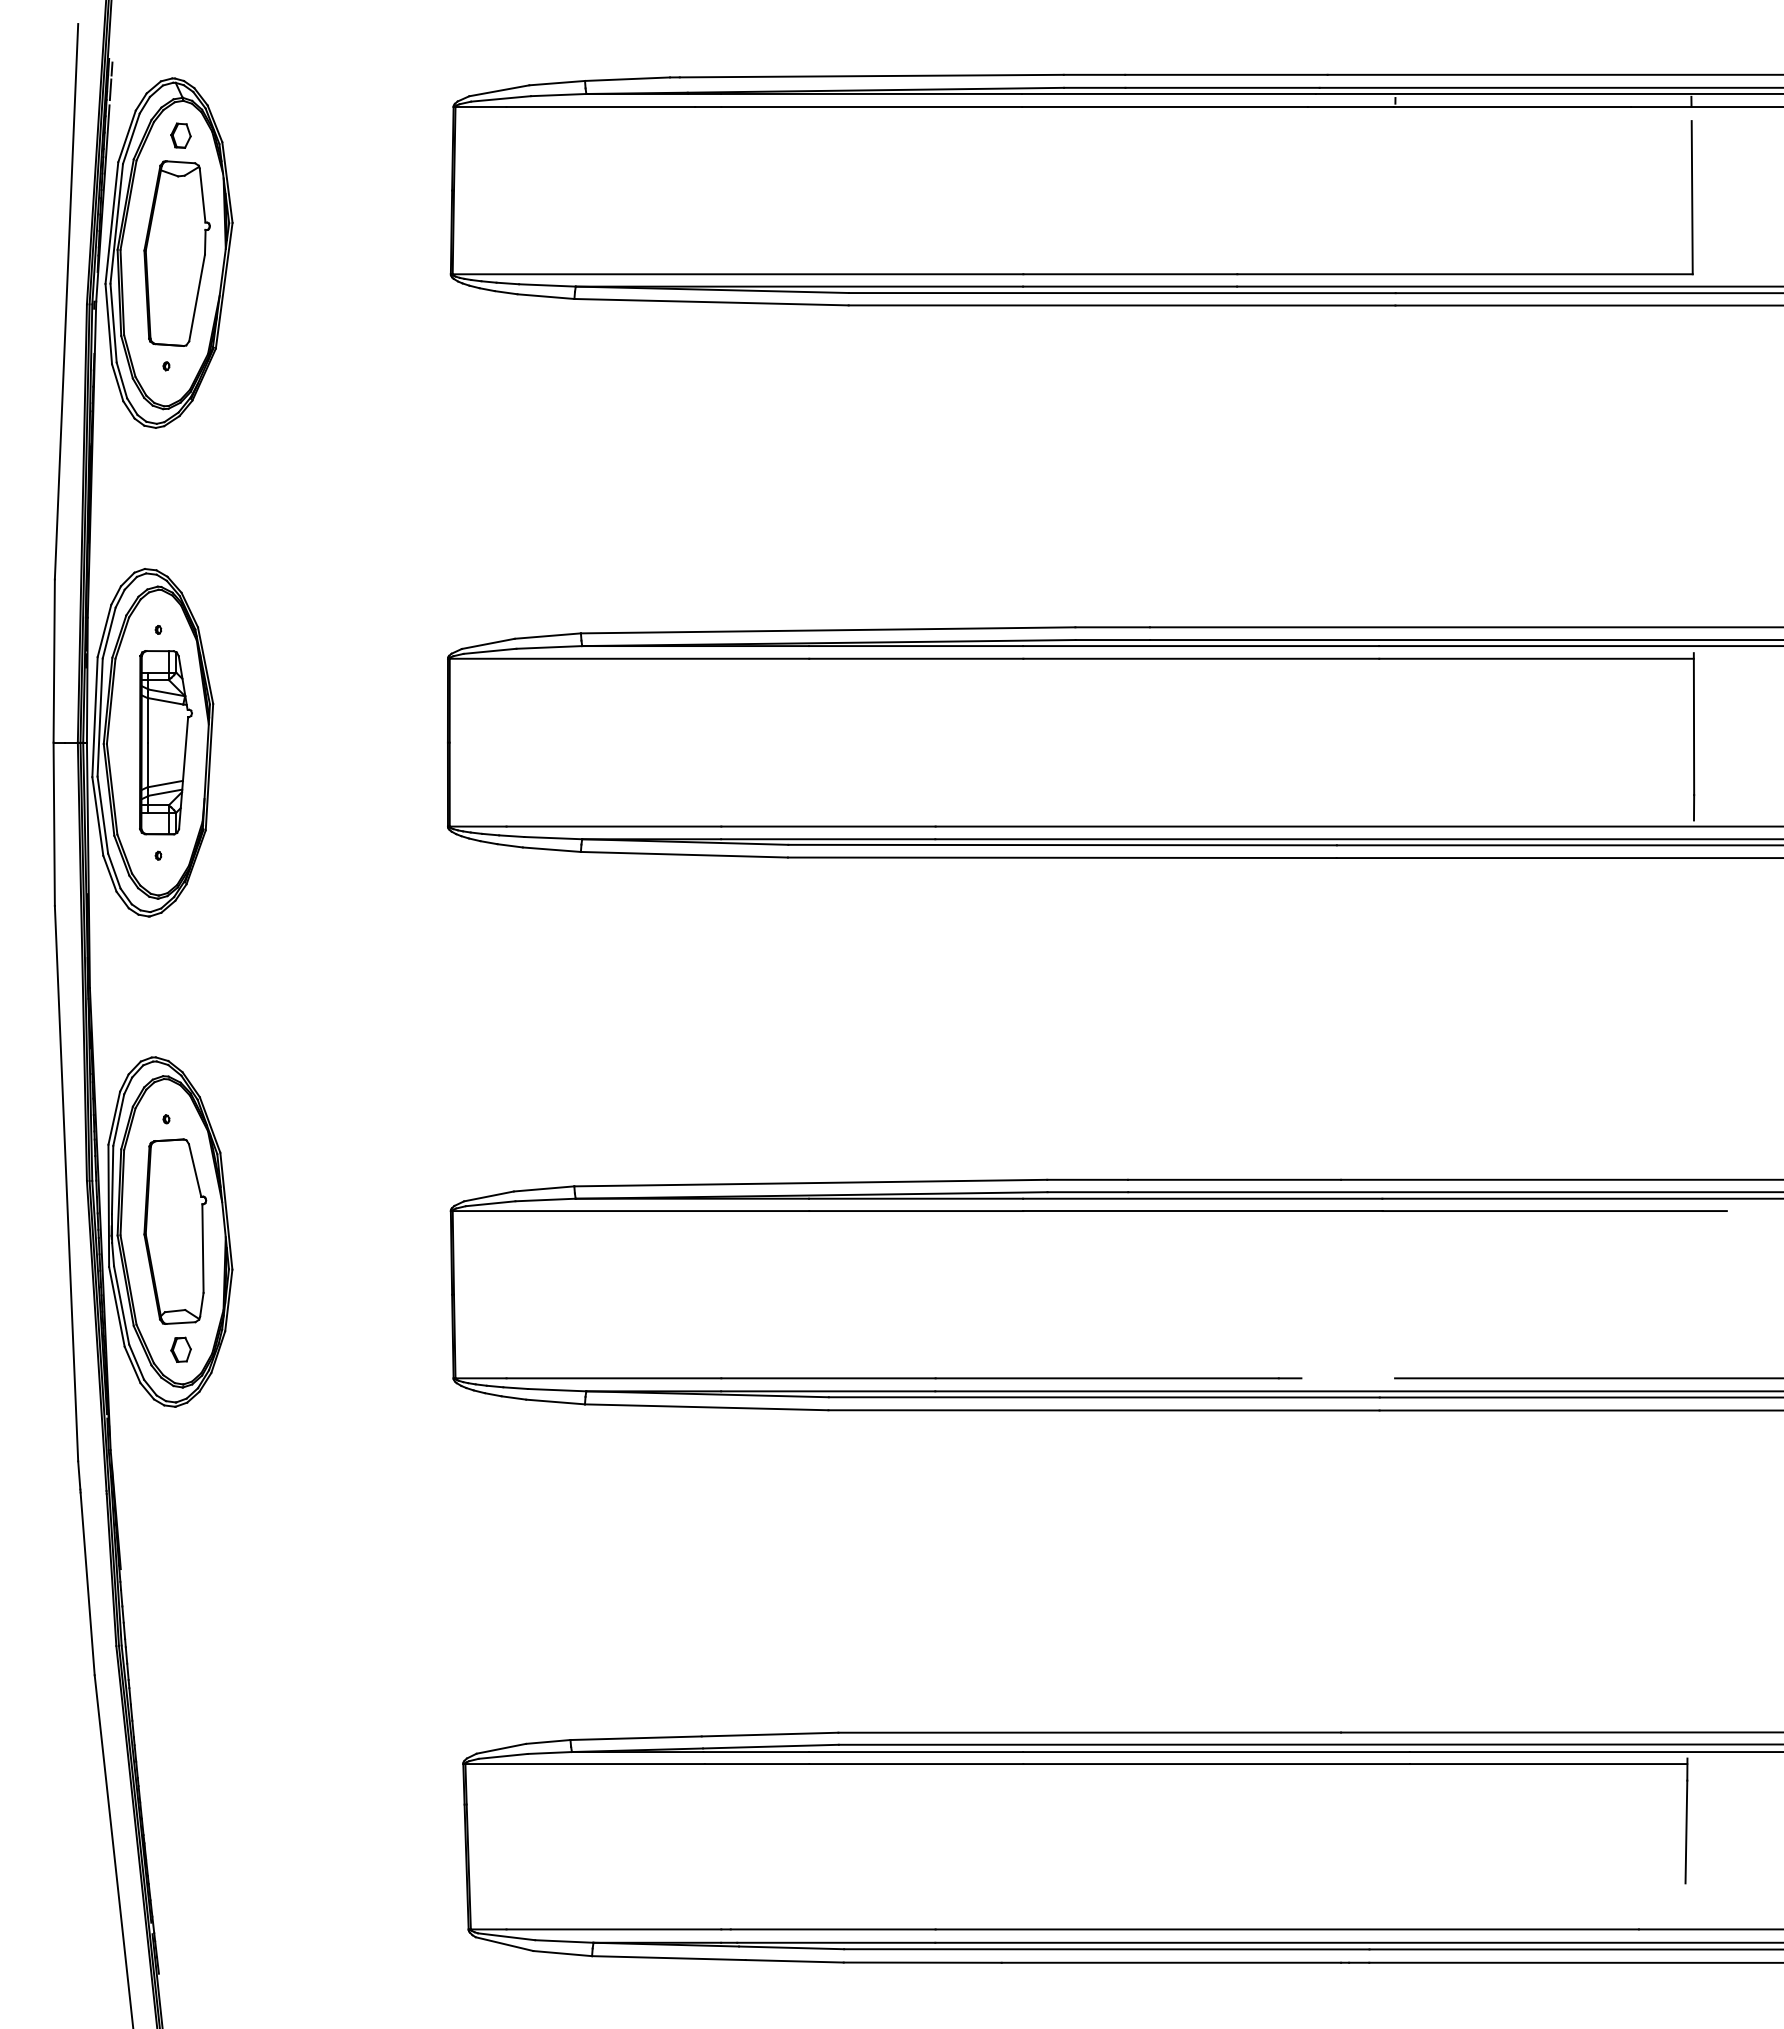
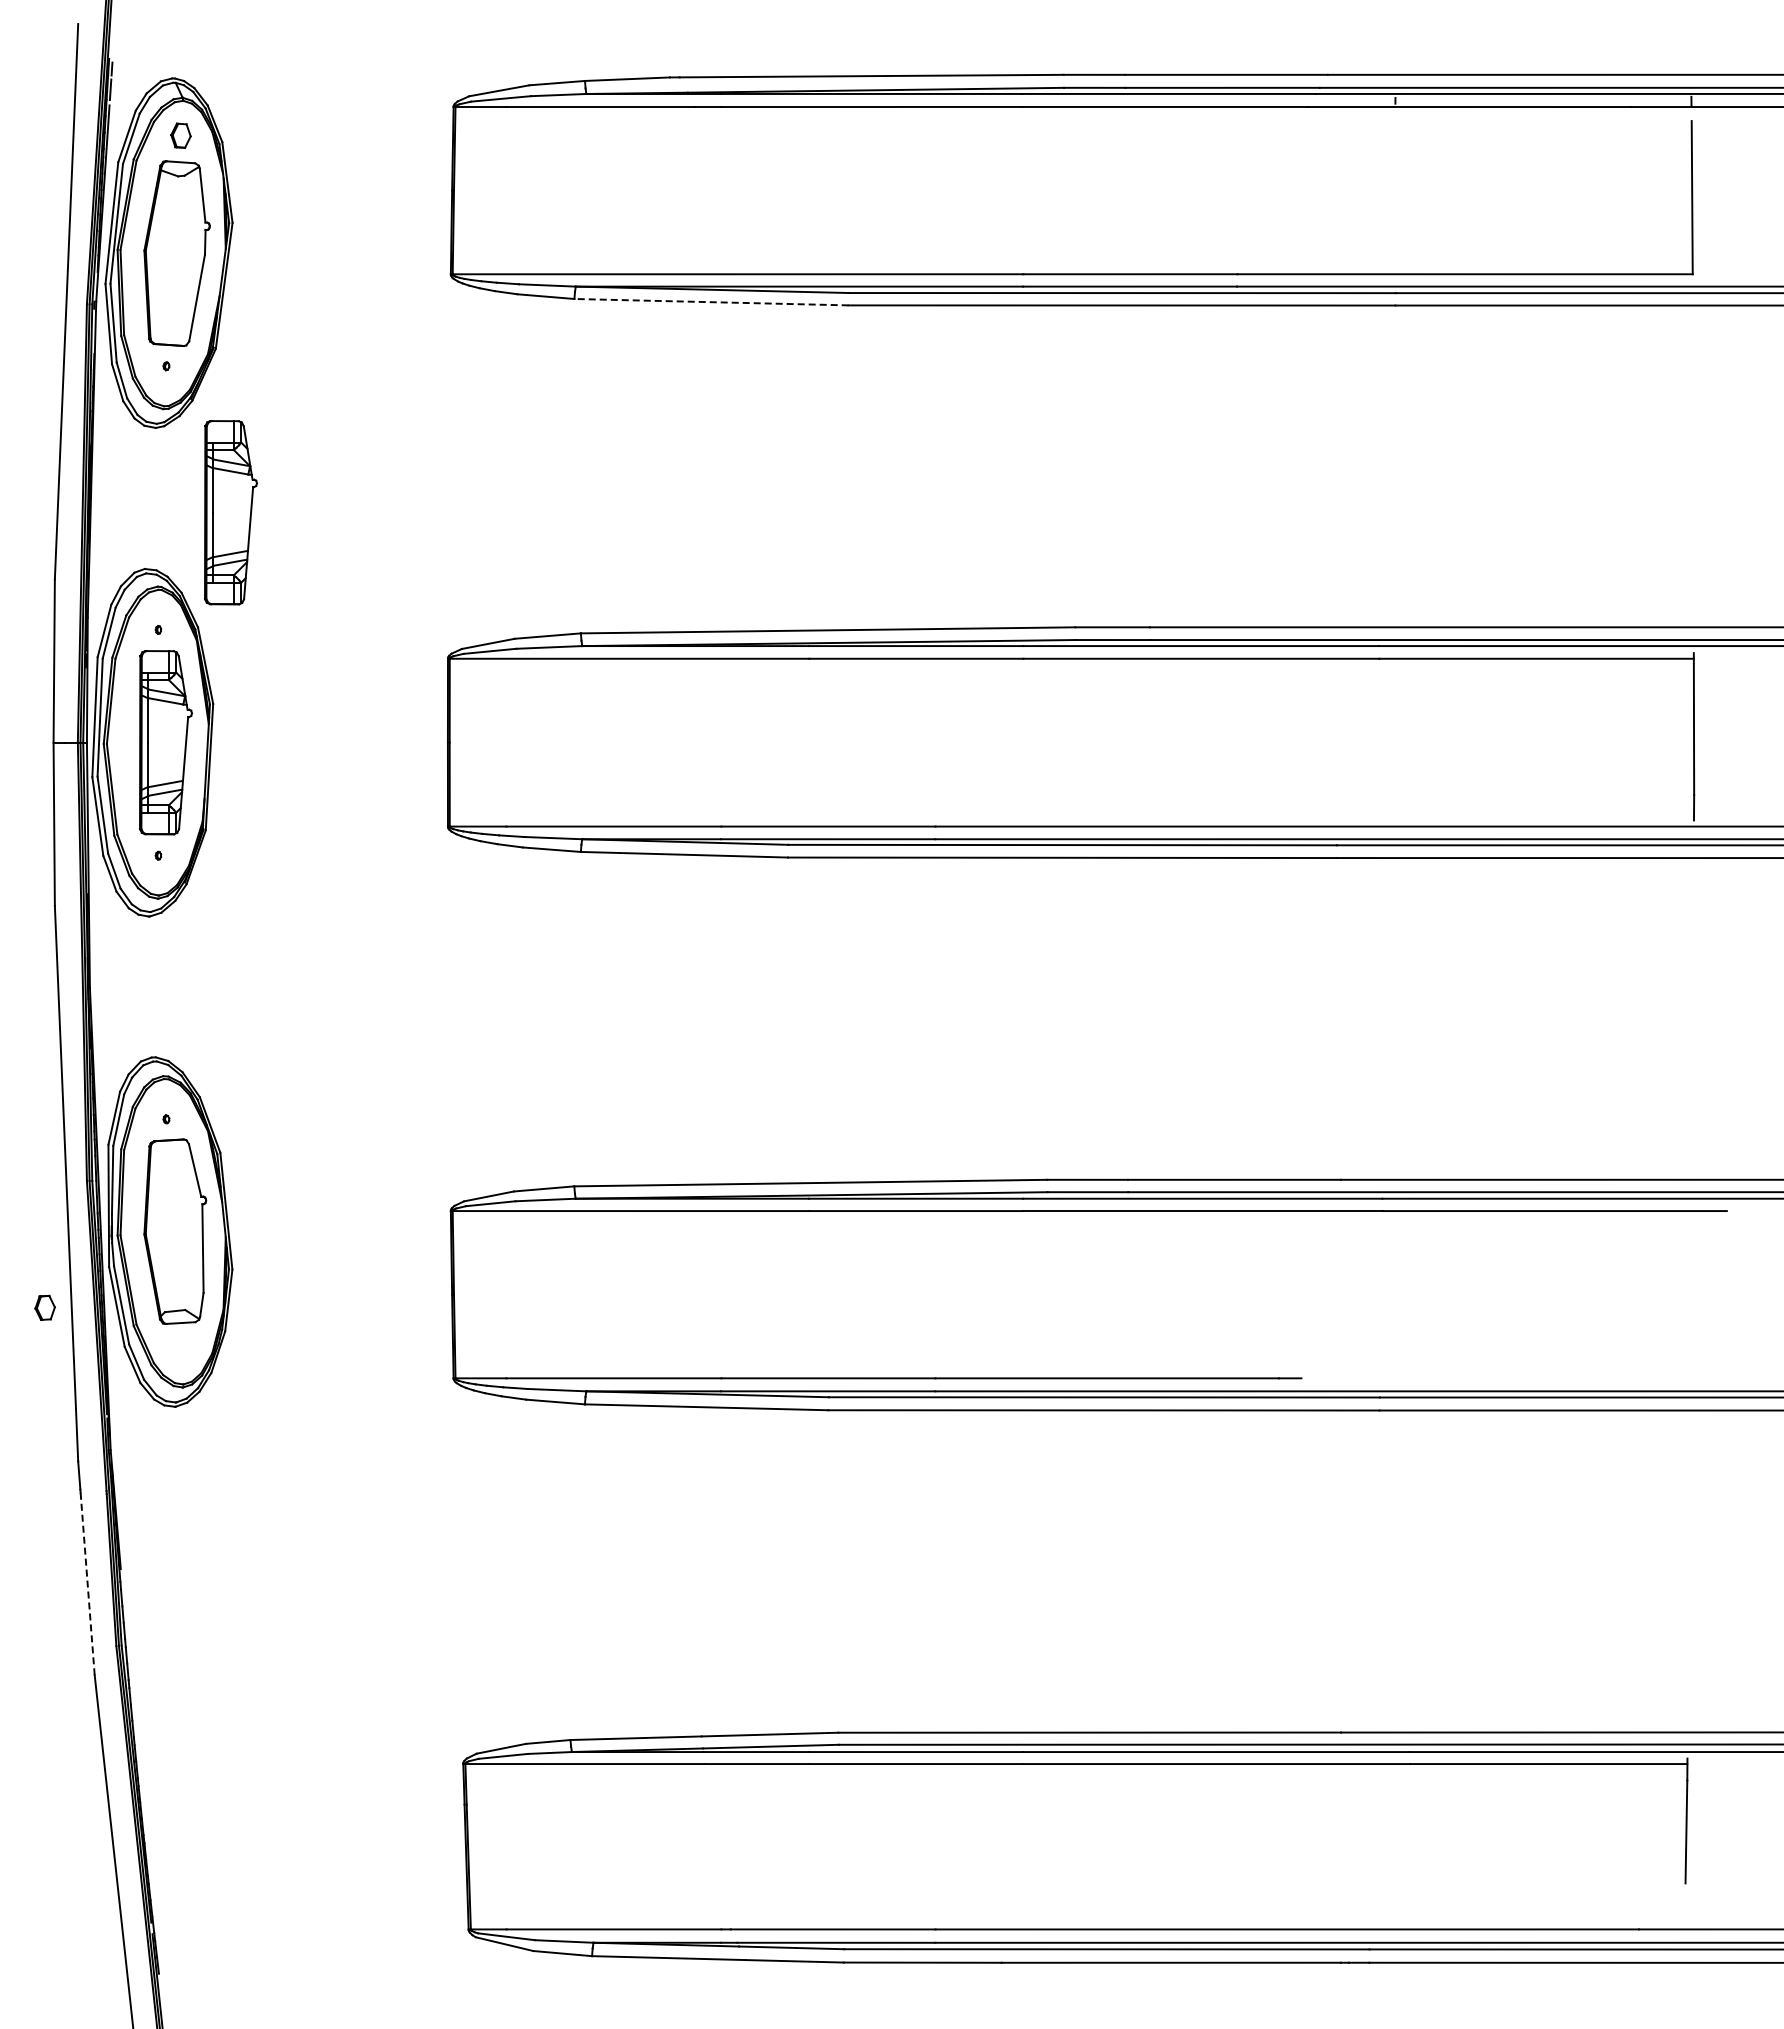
line at (711, 302): solid -> dashed
part at (230, 512): none -> present
part at (180, 1349) position: (180, 1349) -> (44, 1307)
line at (1587, 1378): present -> none
line at (87, 1583): solid -> dashed
